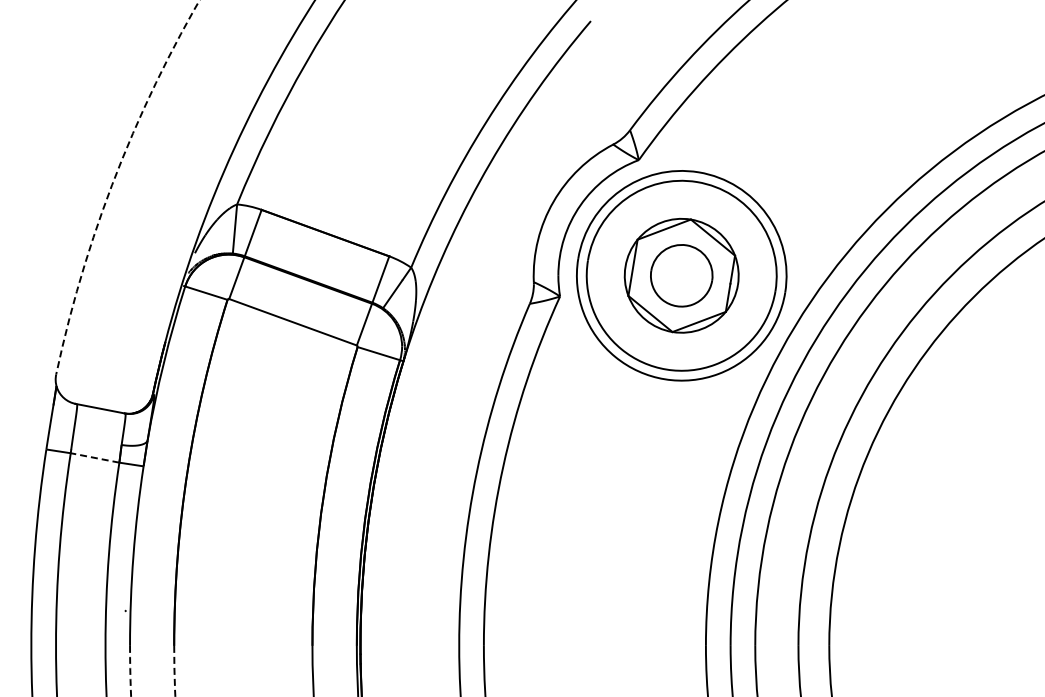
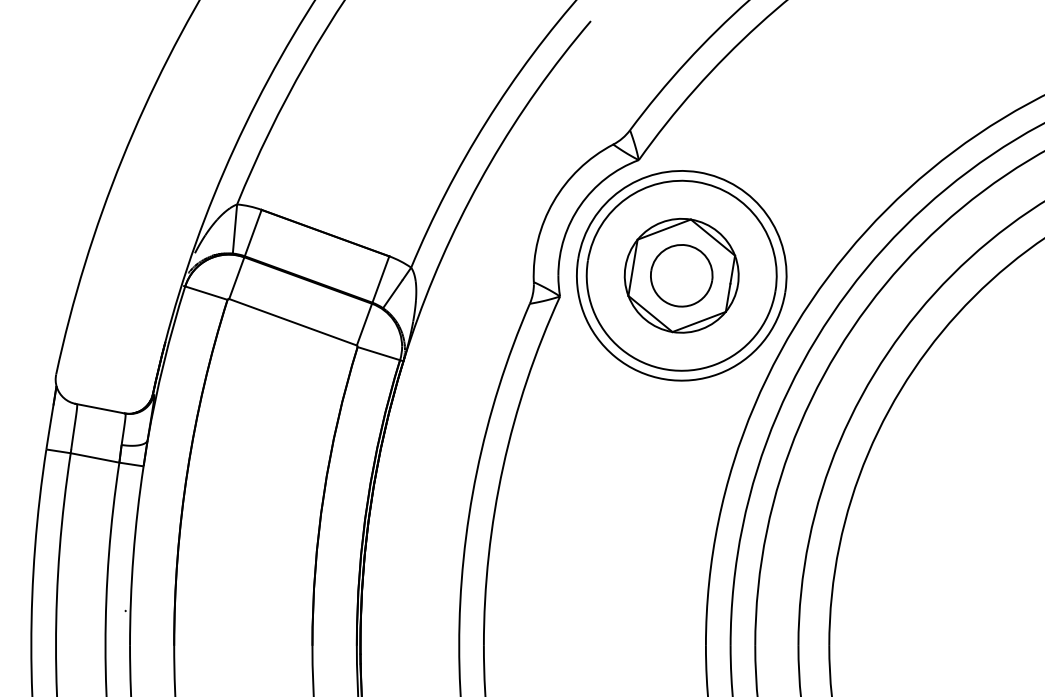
arc at (112, 183): dashed -> solid
line at (95, 457): dashed -> solid
arc at (174, 670): dashed -> solid
arc at (130, 671): dashed -> solid
